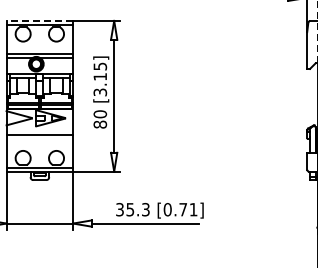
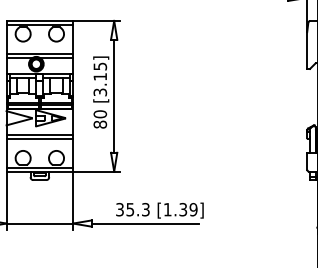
line at (39, 20): dashed -> solid
line at (317, 31): dashed -> solid
line at (39, 138): none -> present
text at (180, 209): [0.71] -> [1.39]
